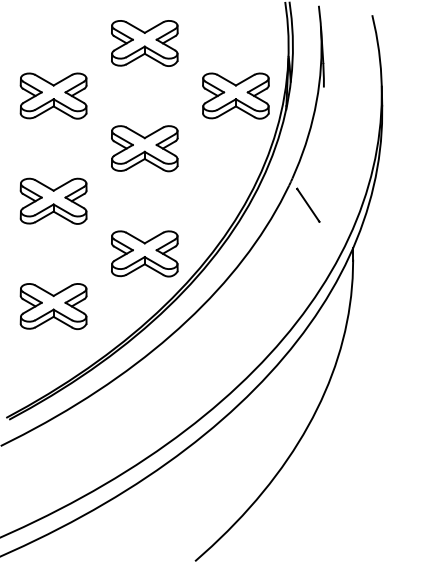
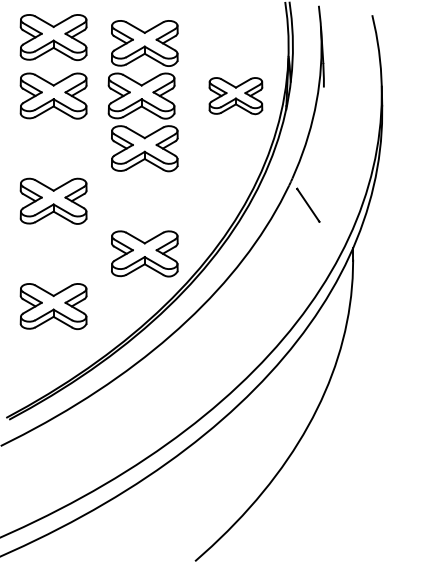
part at (53, 37): none -> present
part at (141, 95): none -> present
part at (235, 95) size: 68x48 px -> 56x39 px
